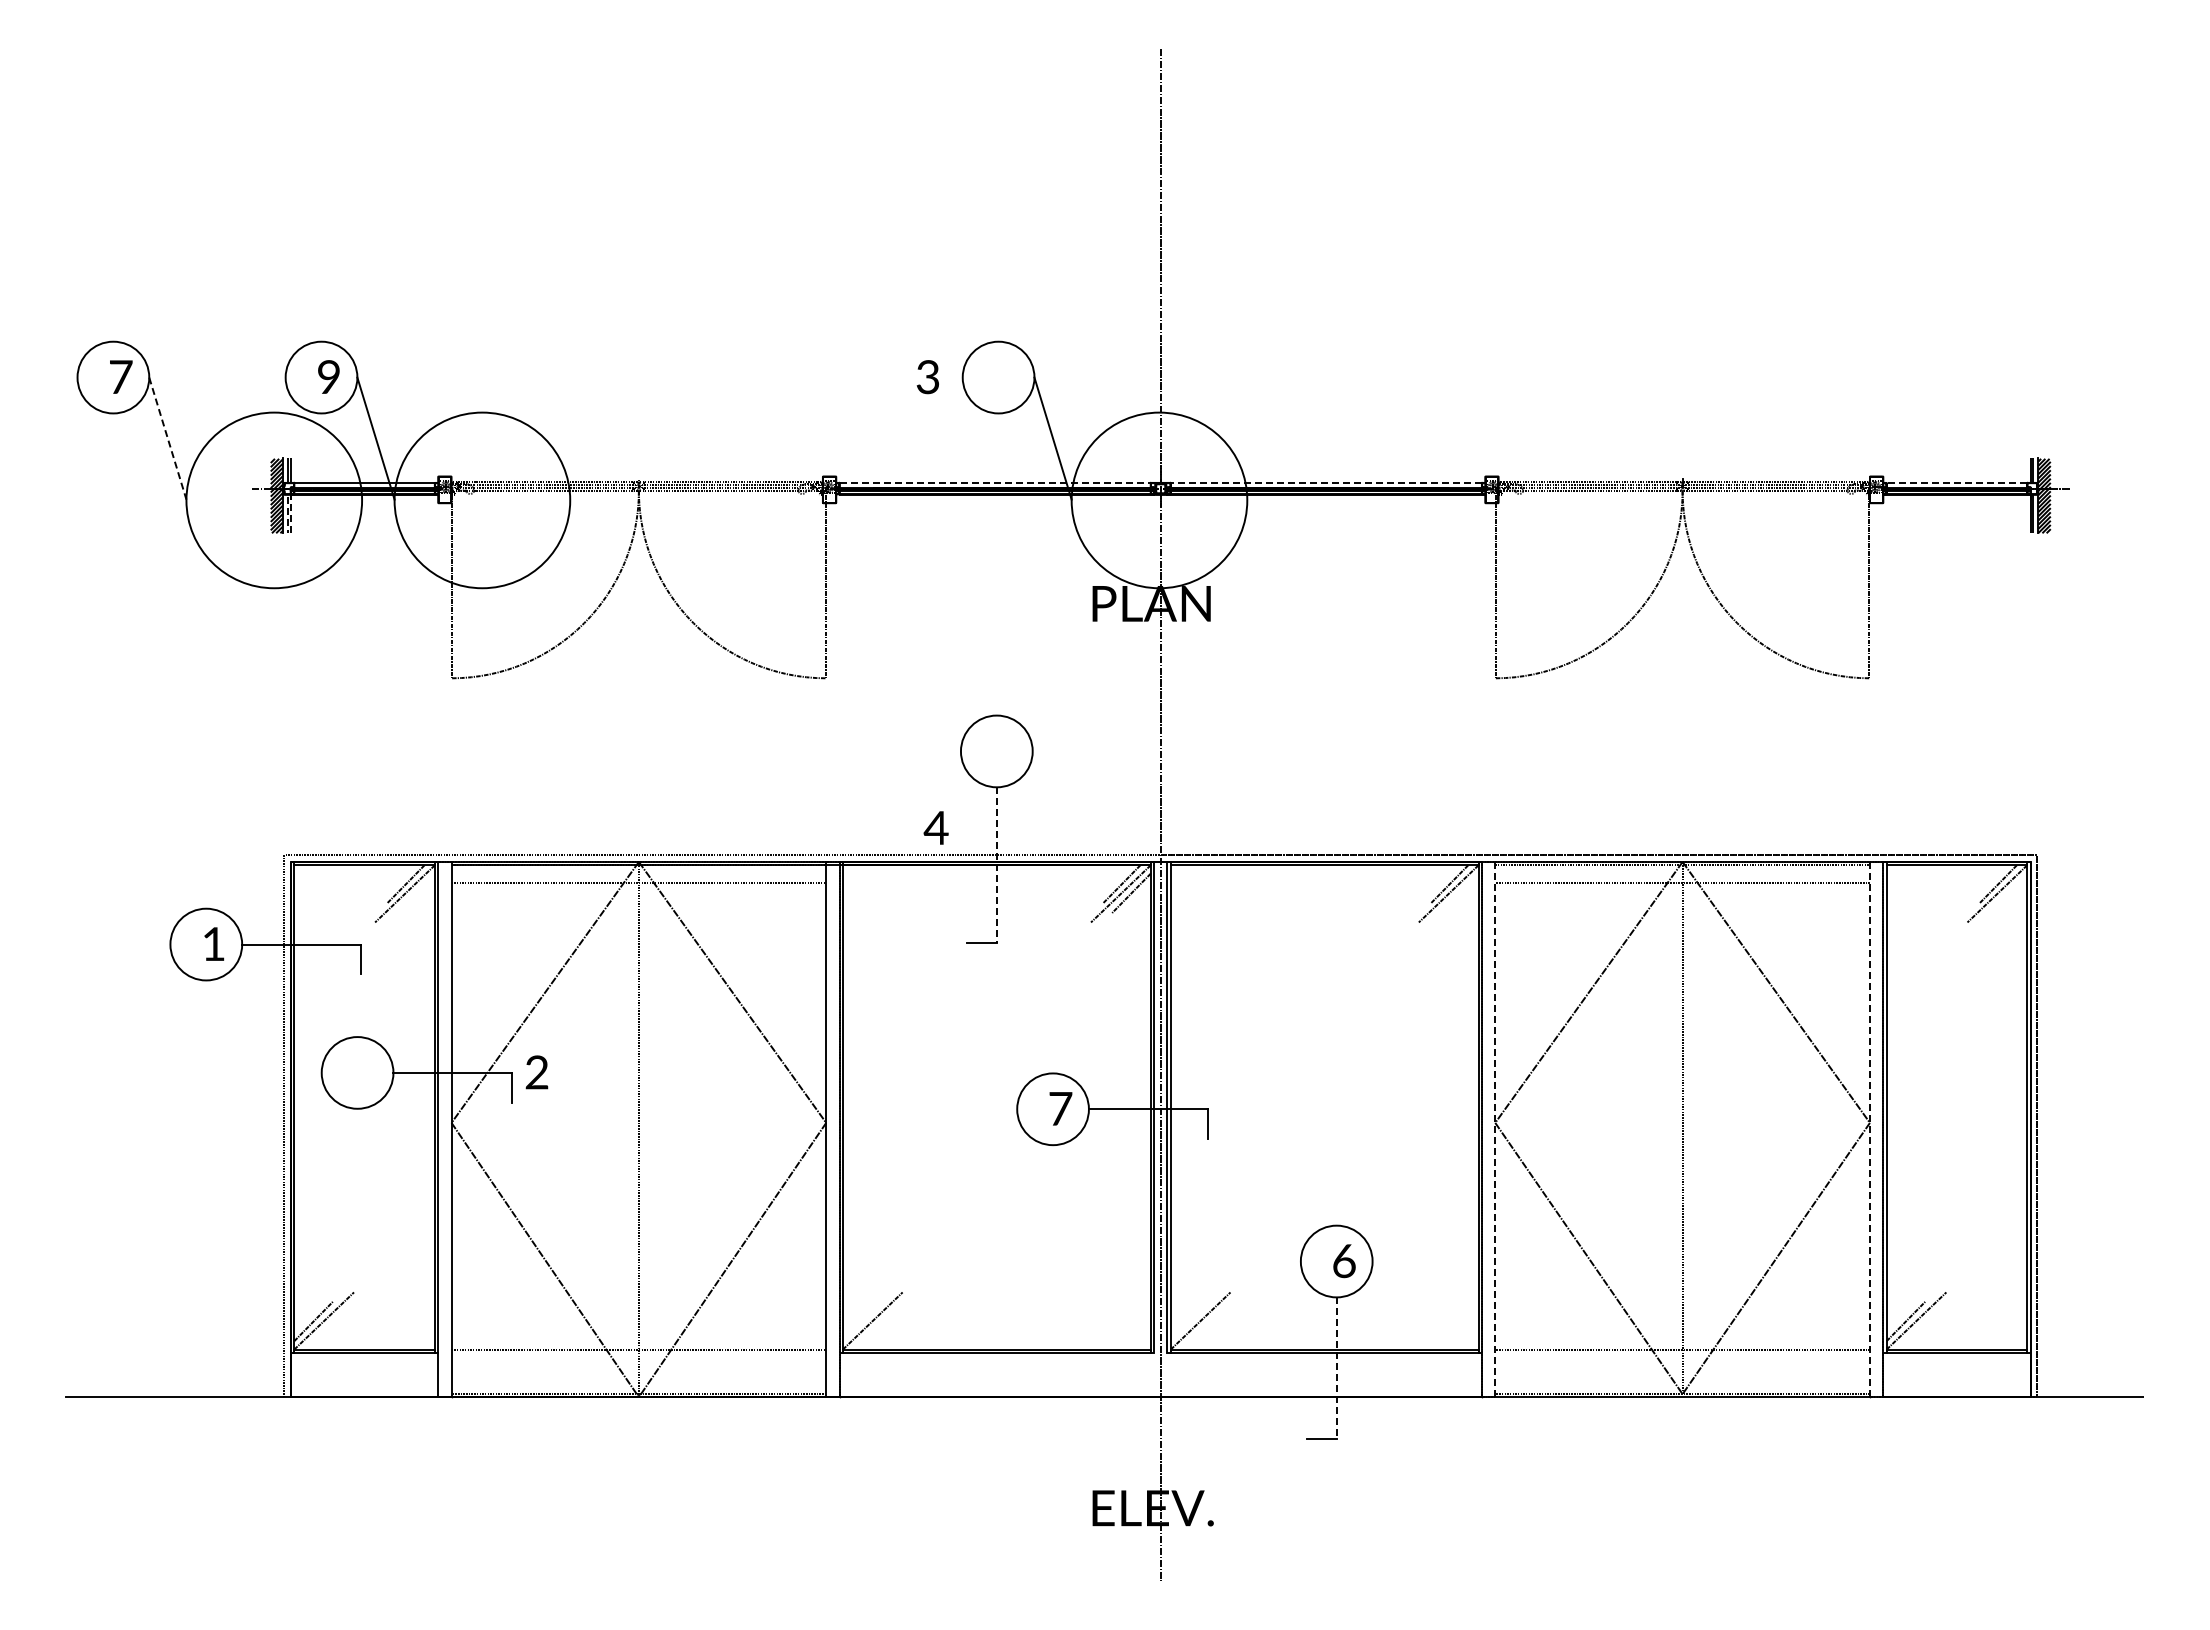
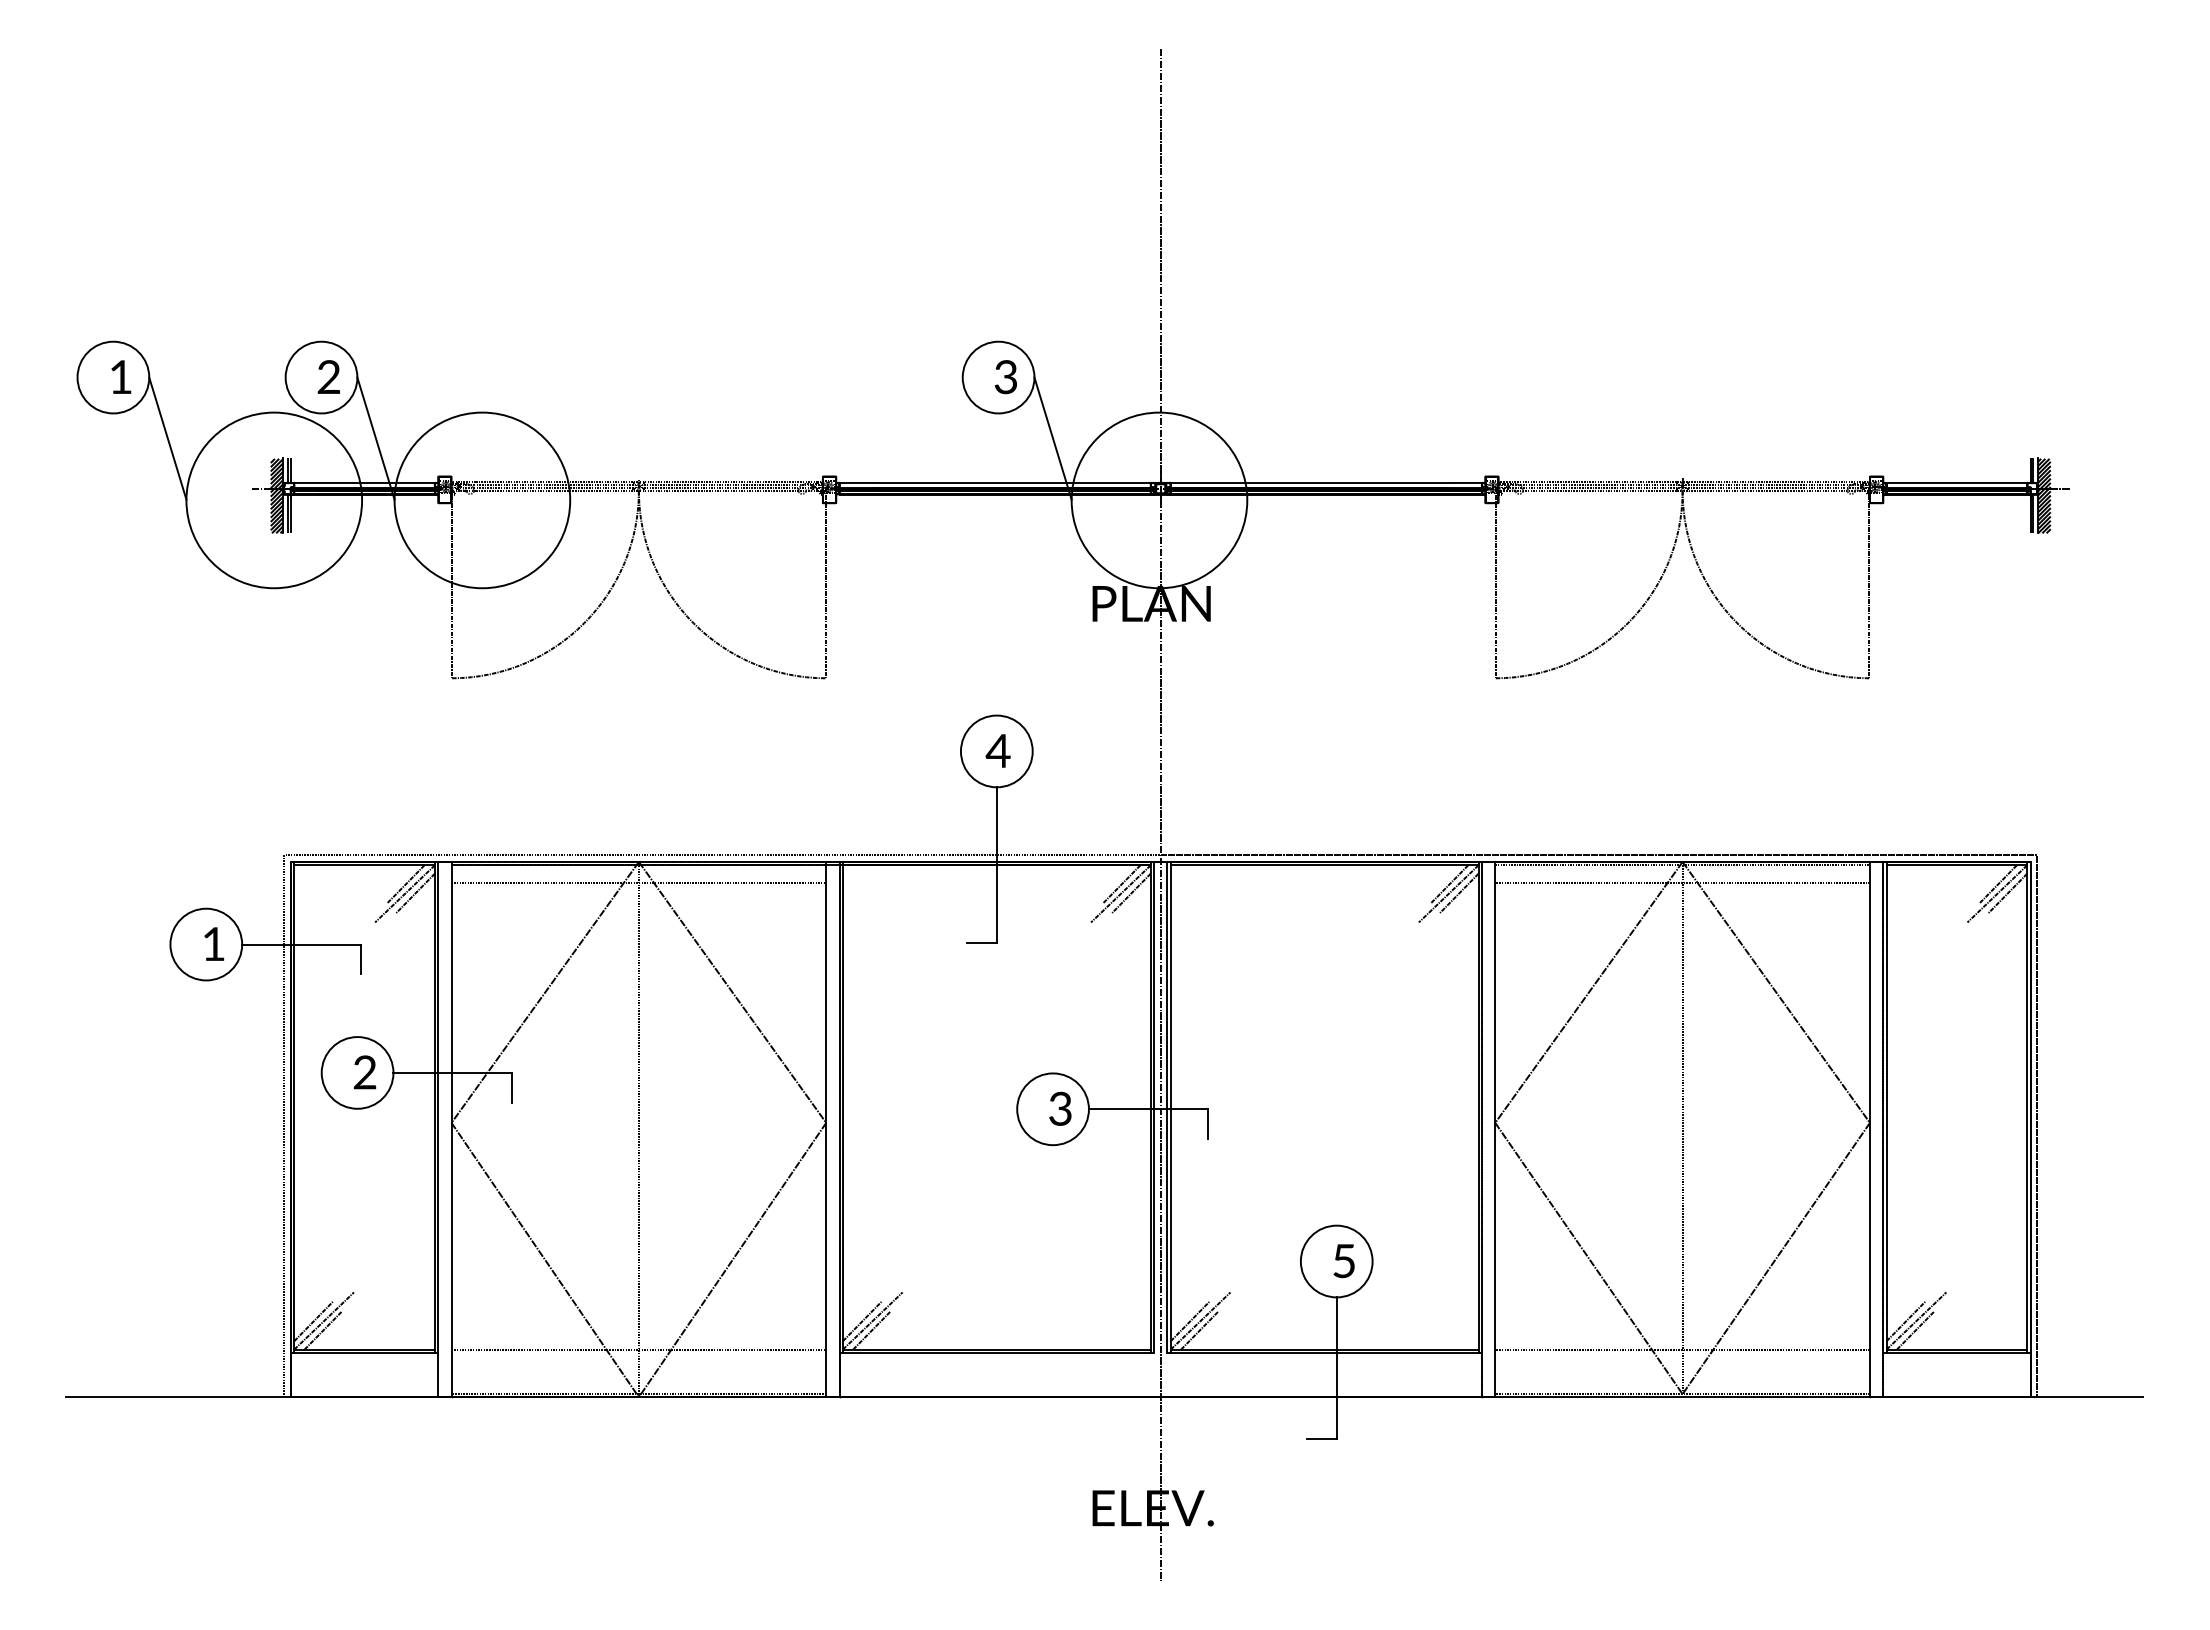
text at (121, 376): 7 -> 1
text at (328, 376): 9 -> 2
text at (927, 377) position: (927, 377) -> (1005, 377)
line at (167, 438): dashed -> solid
line at (996, 482): dashed -> solid
line at (1324, 482): dashed -> solid
line at (1955, 482): dashed -> solid
line at (289, 494): dashed -> solid
text at (935, 827) position: (935, 827) -> (997, 750)
line at (996, 865): dashed -> solid
line at (415, 893): none -> present
line at (1458, 893): none -> present
line at (2007, 893): none -> present
text at (536, 1072) position: (536, 1072) -> (364, 1072)
text at (1060, 1108): 7 -> 3
line at (1495, 1129): dashed -> solid
line at (1869, 1129): dashed -> solid
text at (1344, 1261): 6 -> 5
line at (861, 1321): none -> present
line at (1189, 1321): none -> present
line at (323, 1330): none -> present
line at (871, 1330): none -> present
line at (1199, 1330): none -> present
line at (1915, 1330): none -> present
line at (1336, 1368): dashed -> solid
